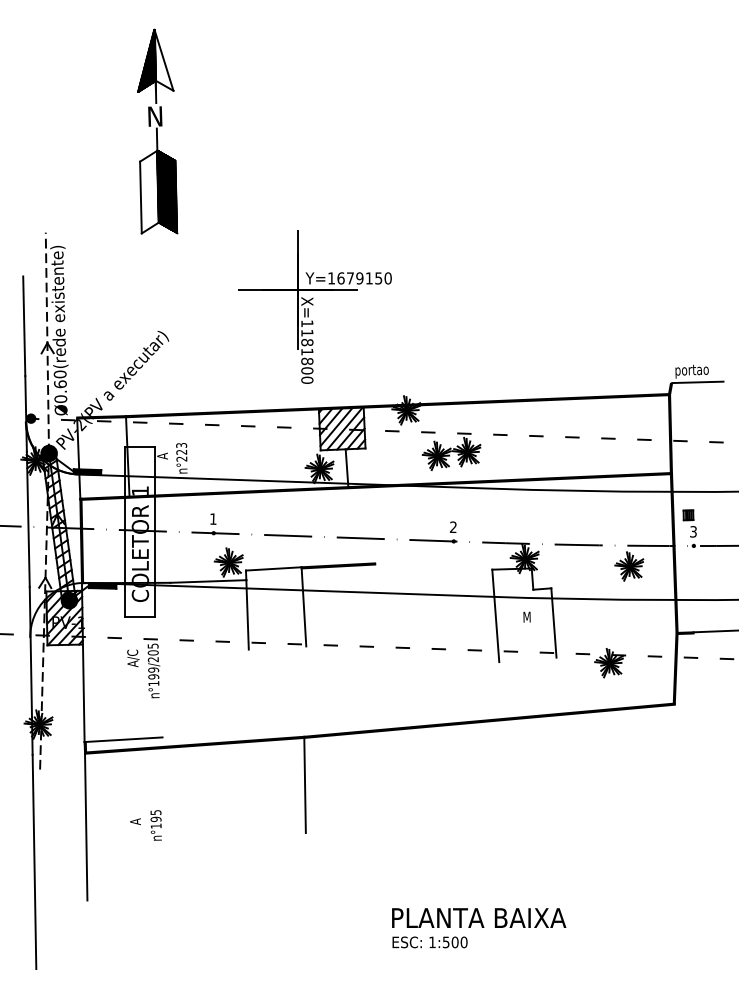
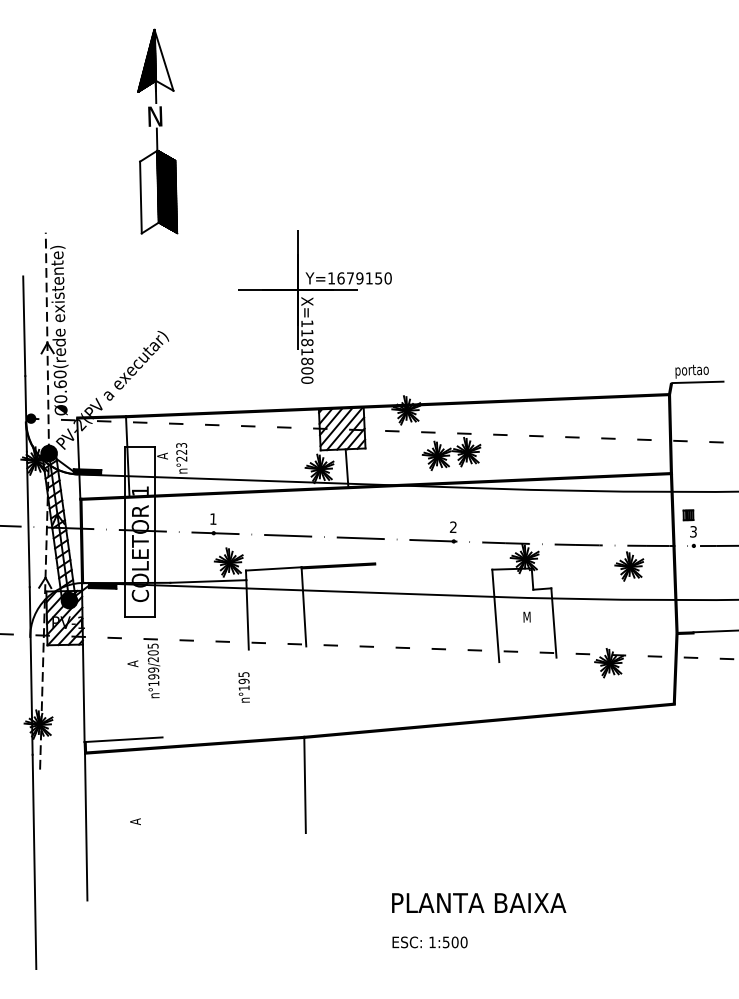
text at (133, 654): A/C -> A
text at (155, 825) position: (155, 825) -> (243, 687)
text at (479, 917) position: (479, 917) -> (479, 902)
